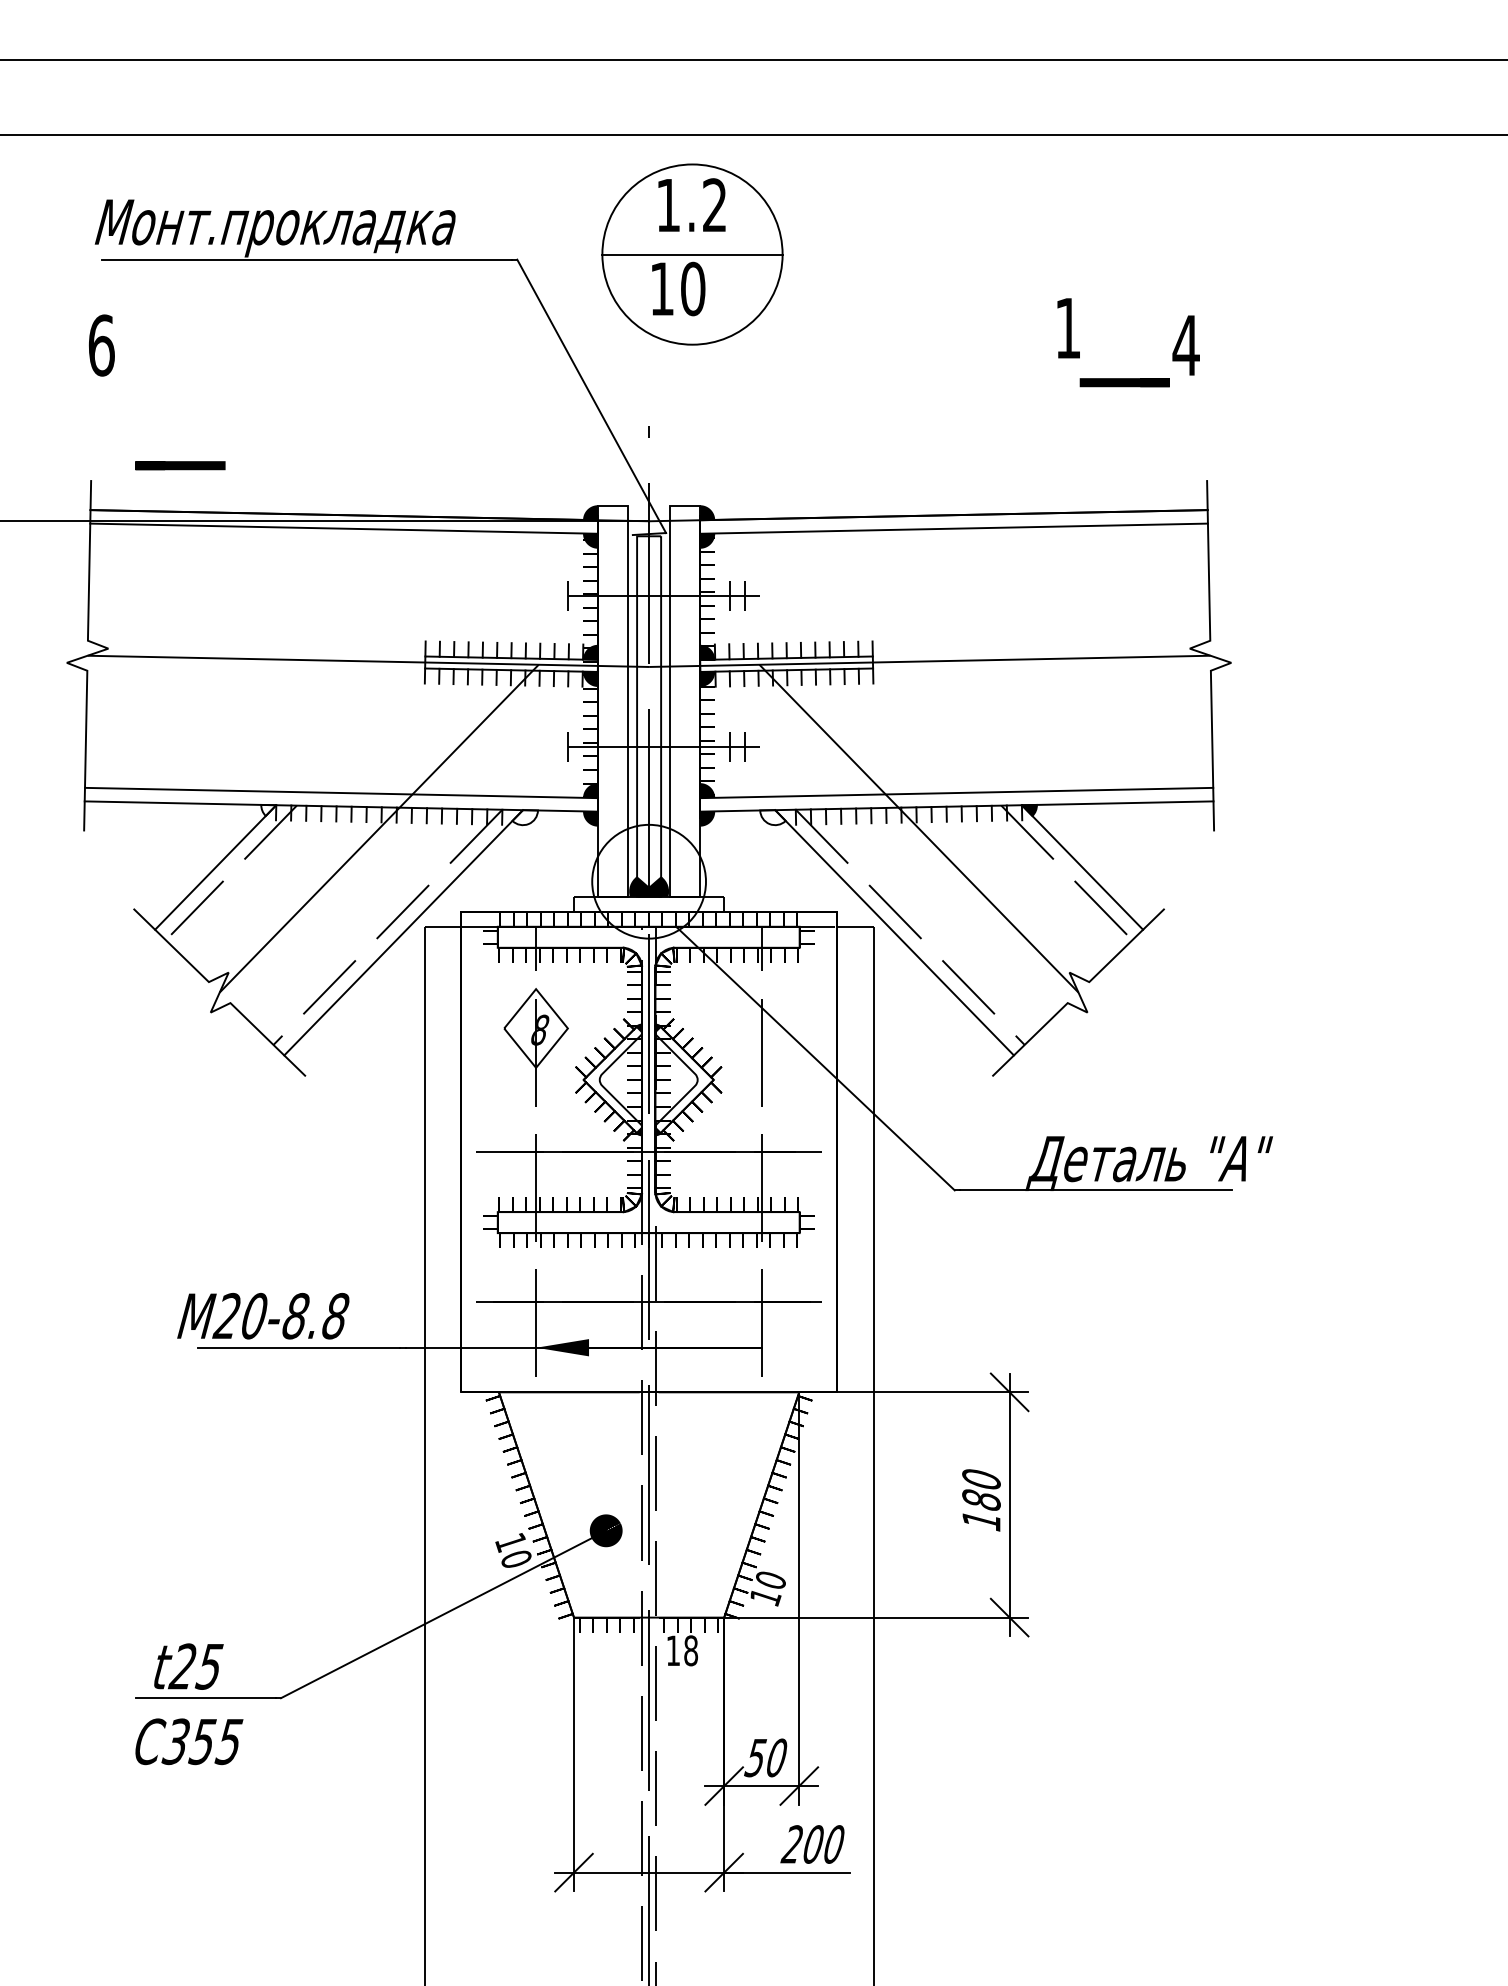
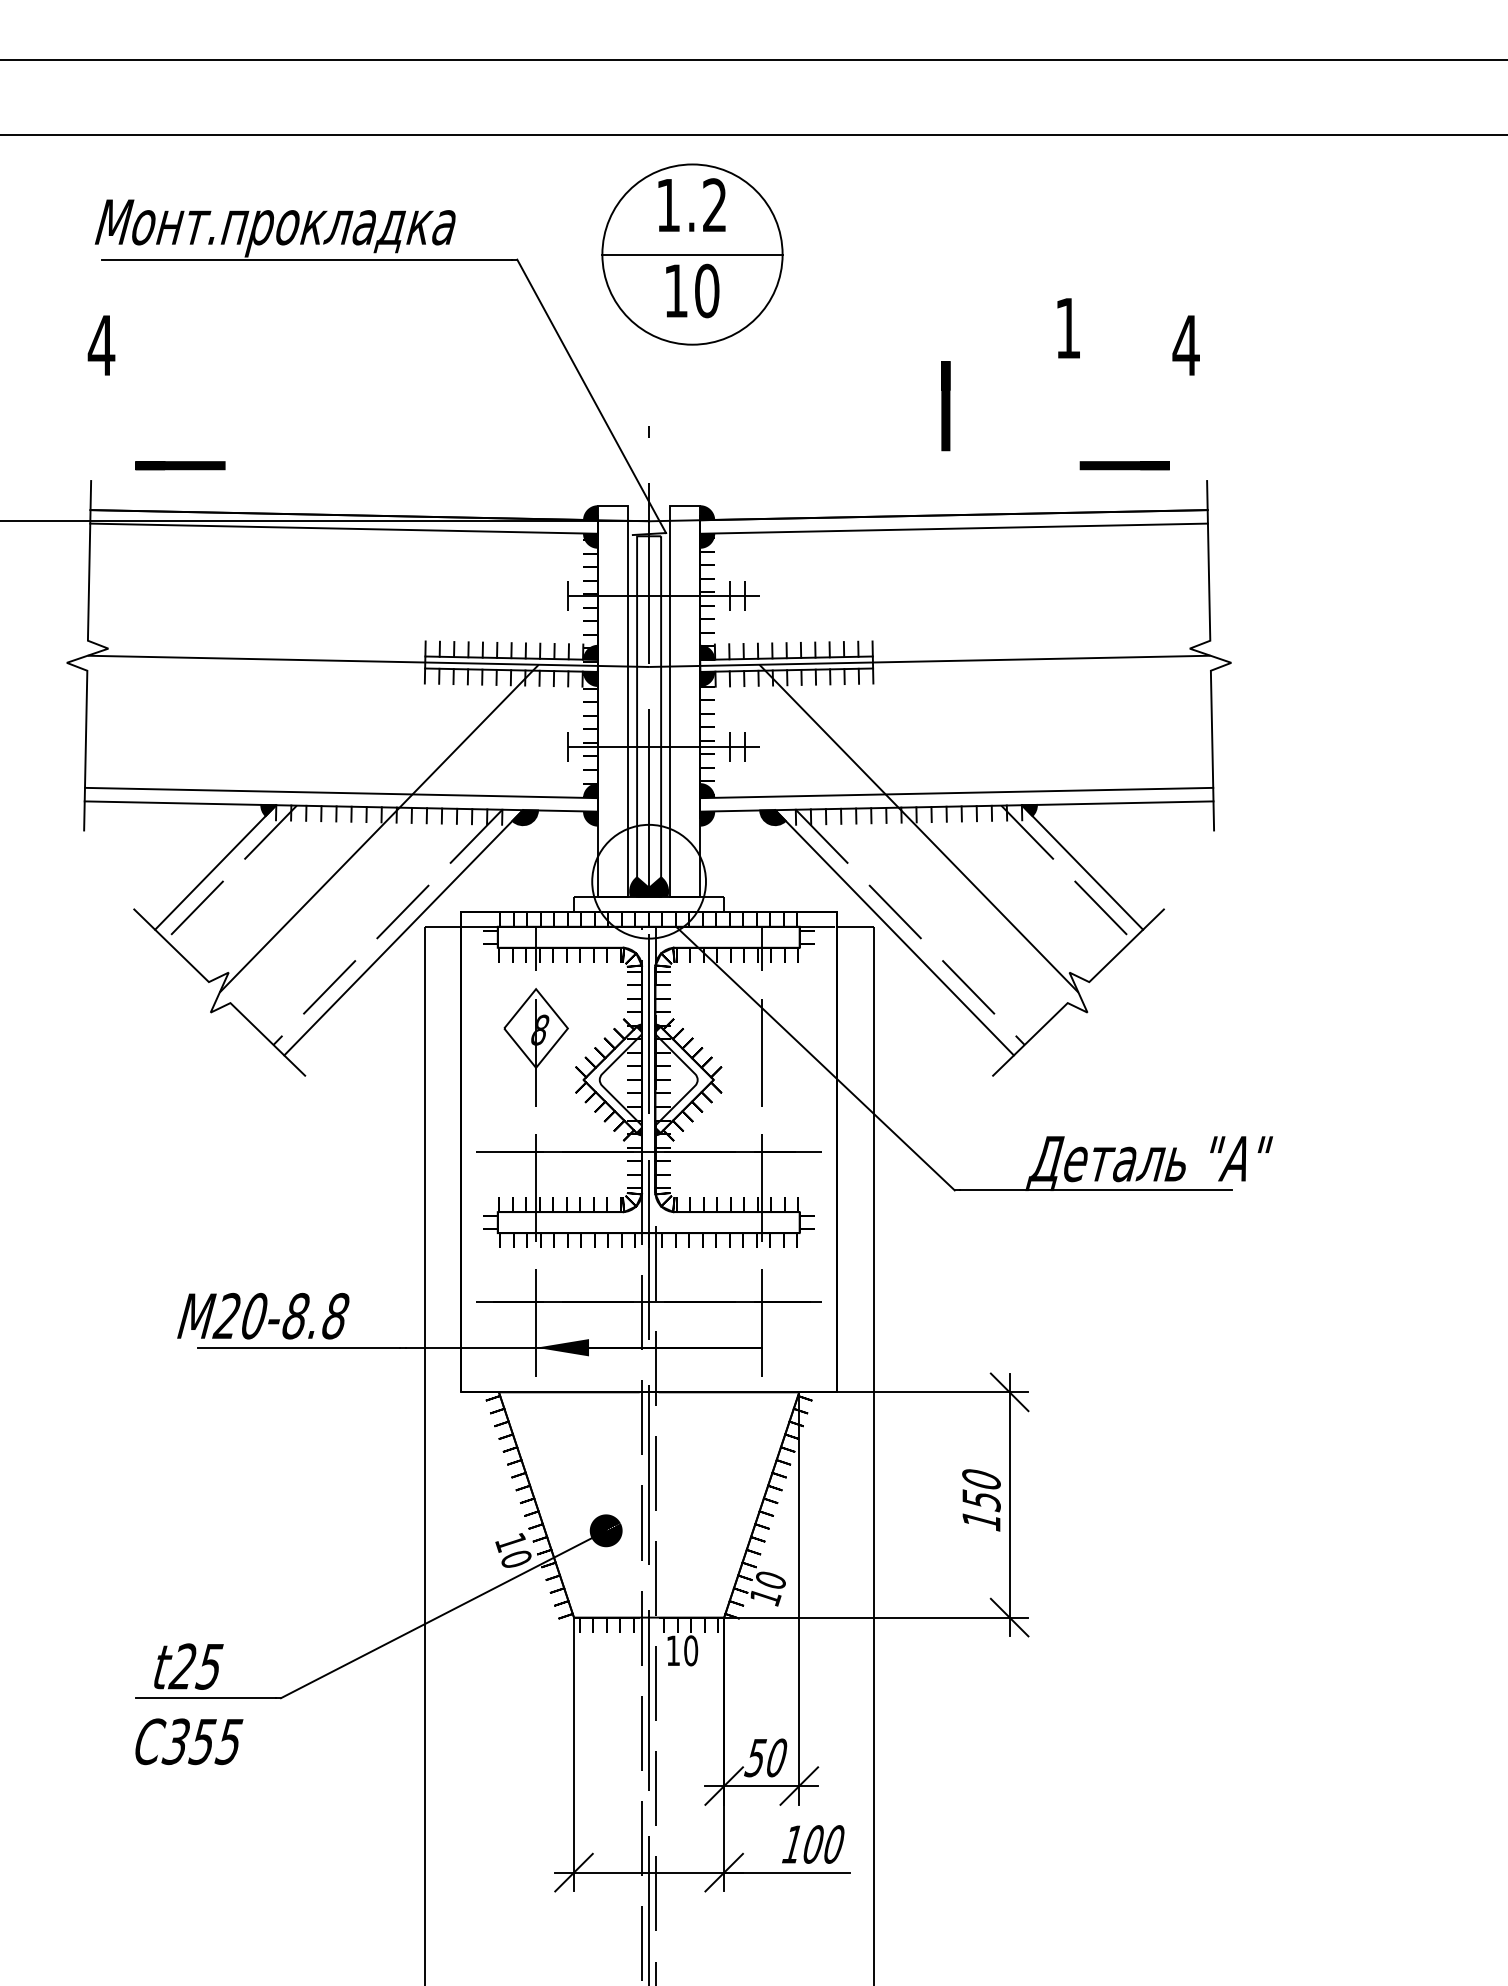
text at (678, 288) position: (678, 288) -> (692, 290)
text at (101, 345): 6 -> 4
line at (1124, 382) position: (1124, 382) -> (1124, 465)
line at (945, 406): none -> present
fill at (268, 809): none -> present
fill at (524, 817): none -> present
fill at (772, 817): none -> present
text at (981, 1500): 180 -> 150
text at (691, 1651): 18 -> 10
text at (791, 1844): 200 -> 100
